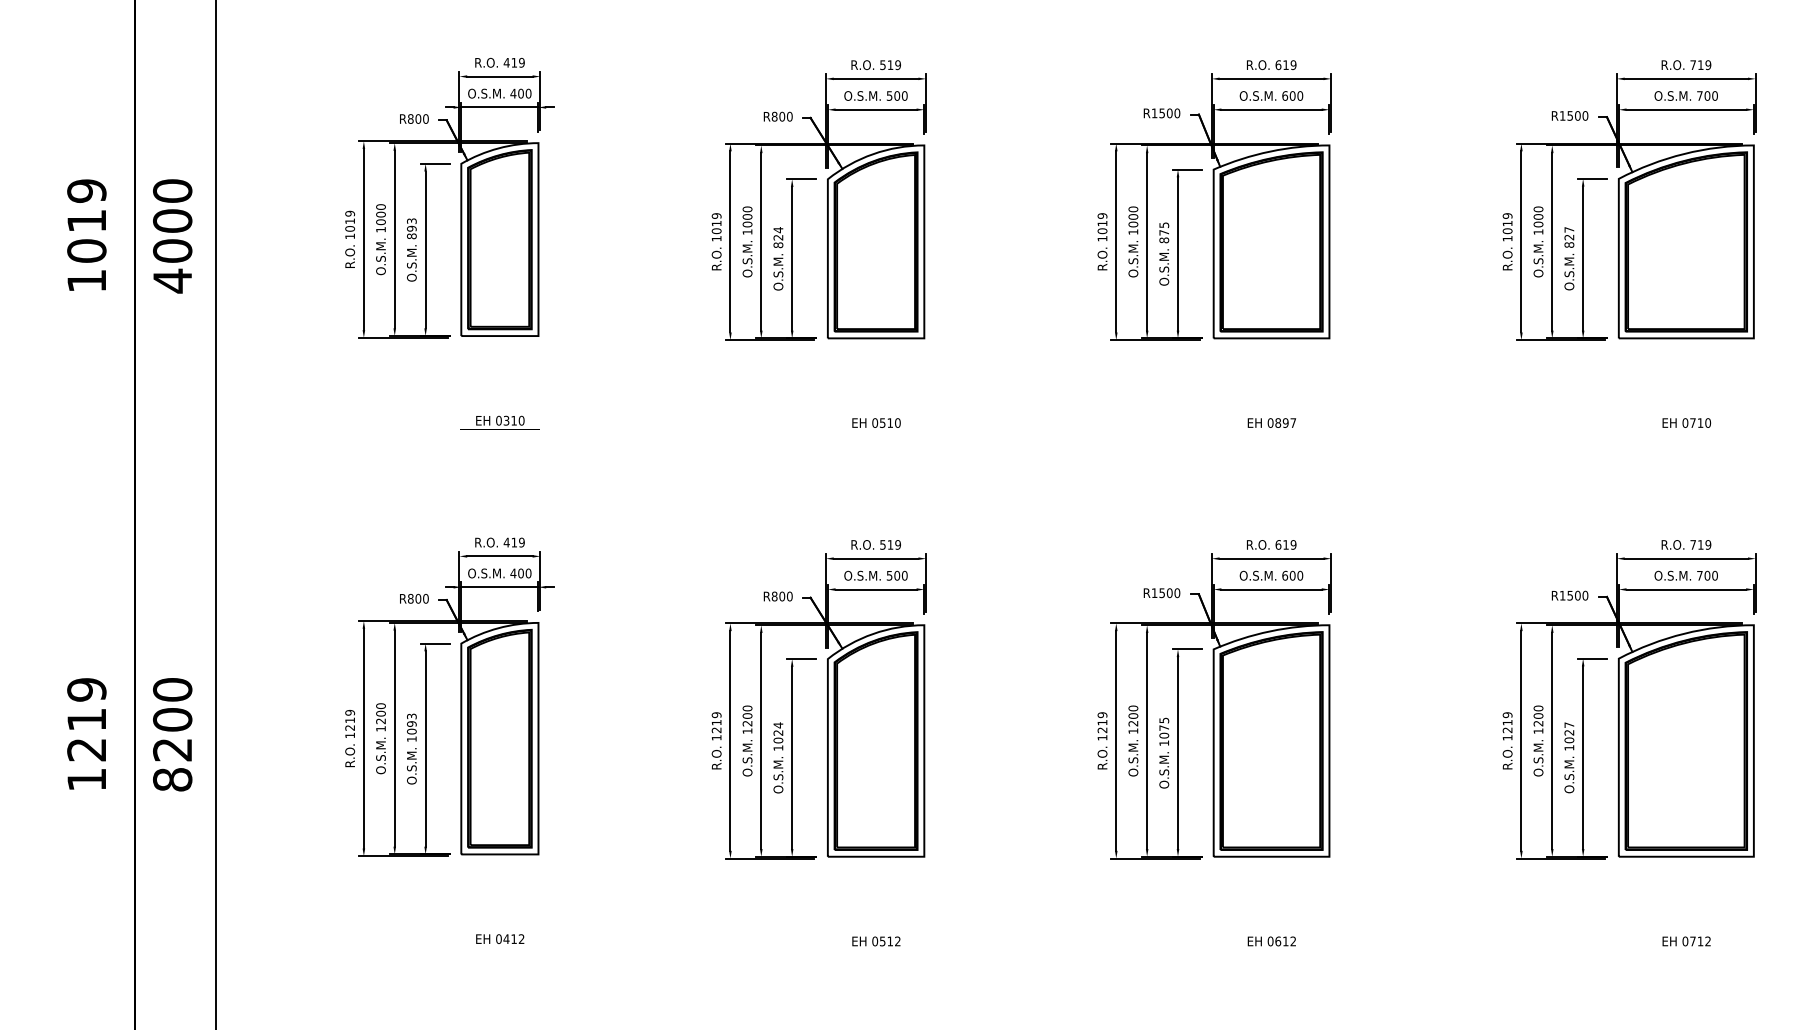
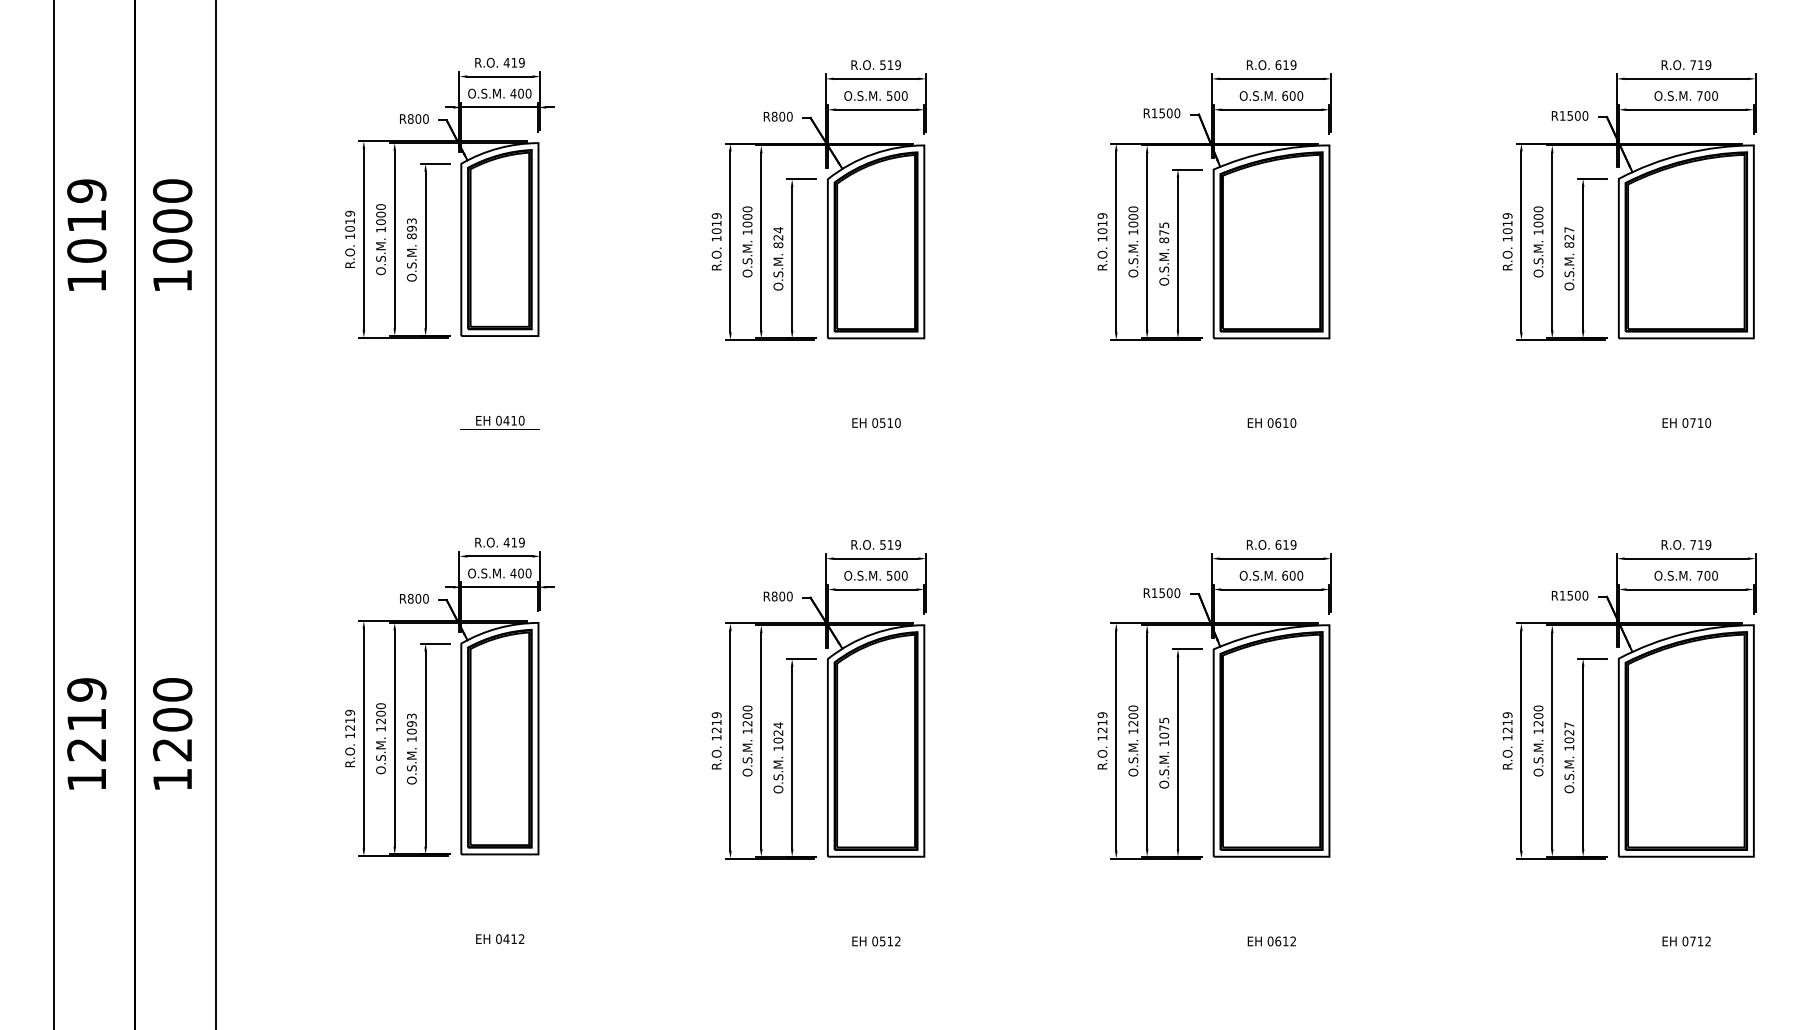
text at (172, 280): 4000 -> 1000
text at (506, 420): 0310 -> 0410
text at (1285, 422): 0897 -> 0610
line at (54, 514): none -> present
text at (172, 779): 8200 -> 1200
